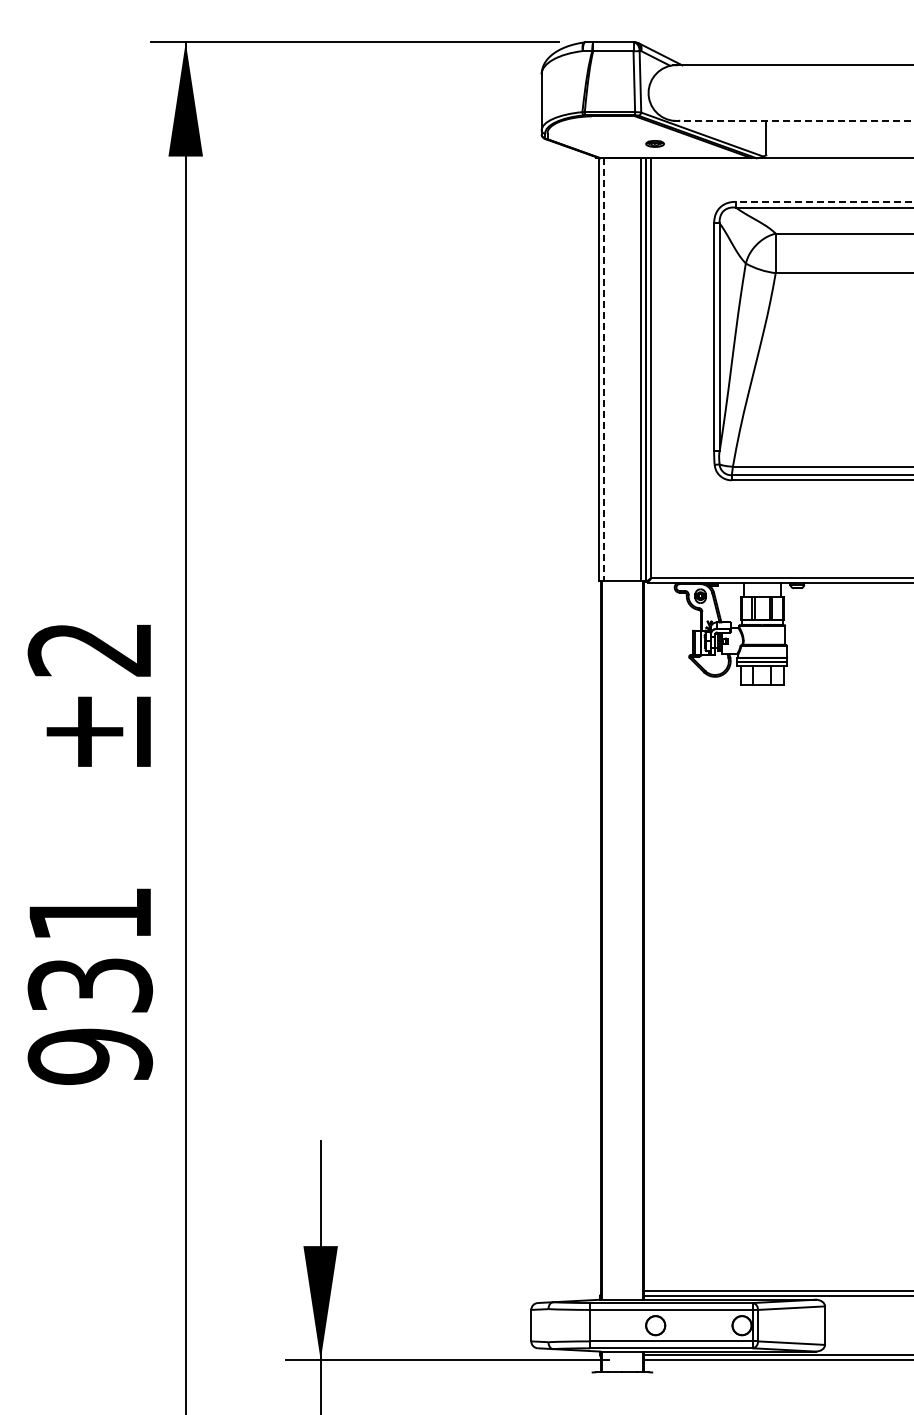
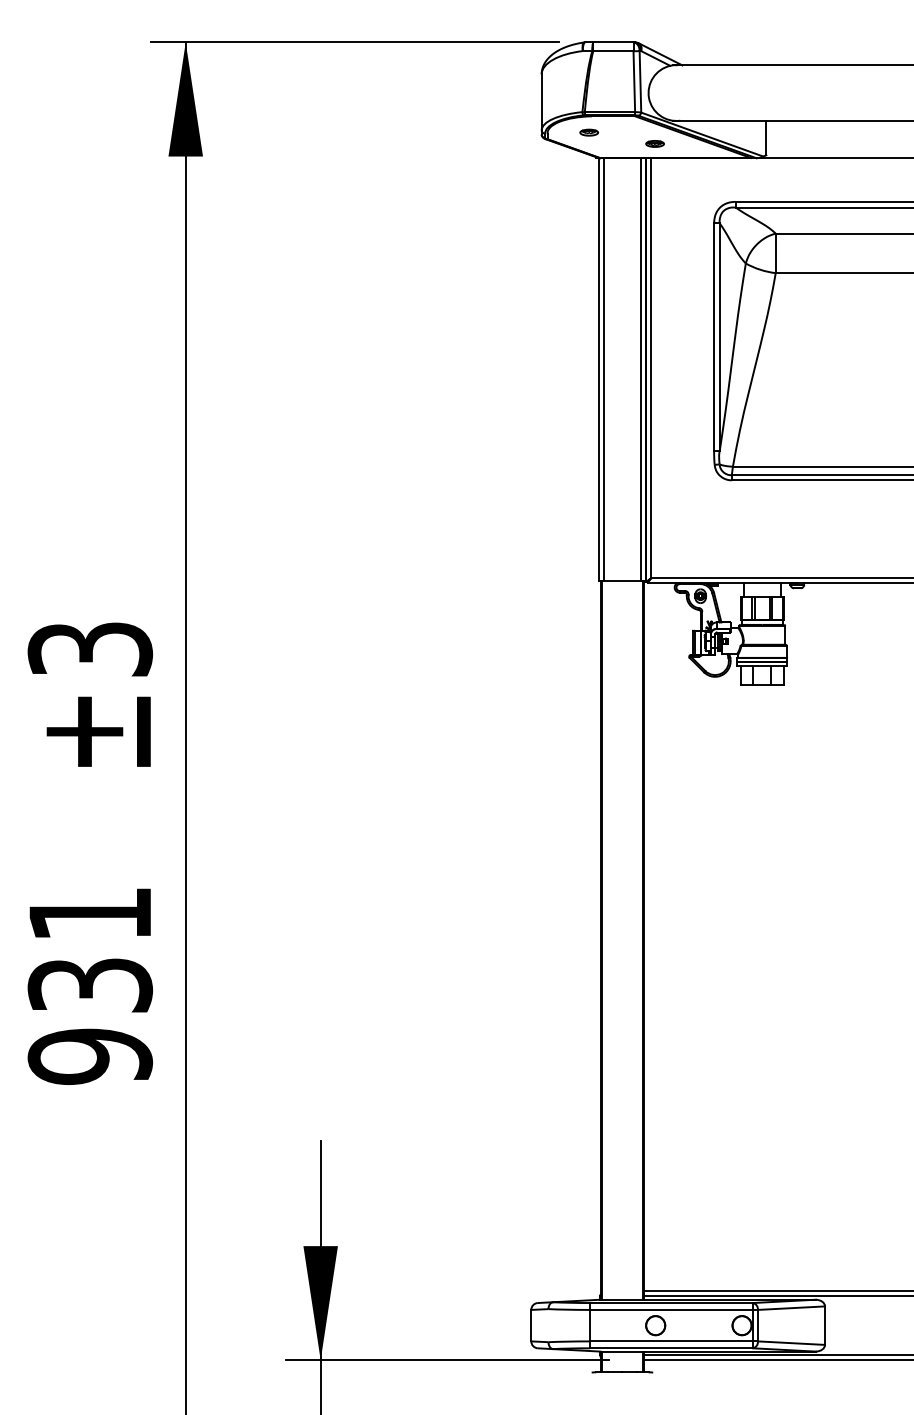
line at (793, 120): dashed -> solid
part at (589, 132): none -> present
line at (824, 201): dashed -> solid
line at (603, 369): dashed -> solid
text at (90, 649): ±2 -> ±3
